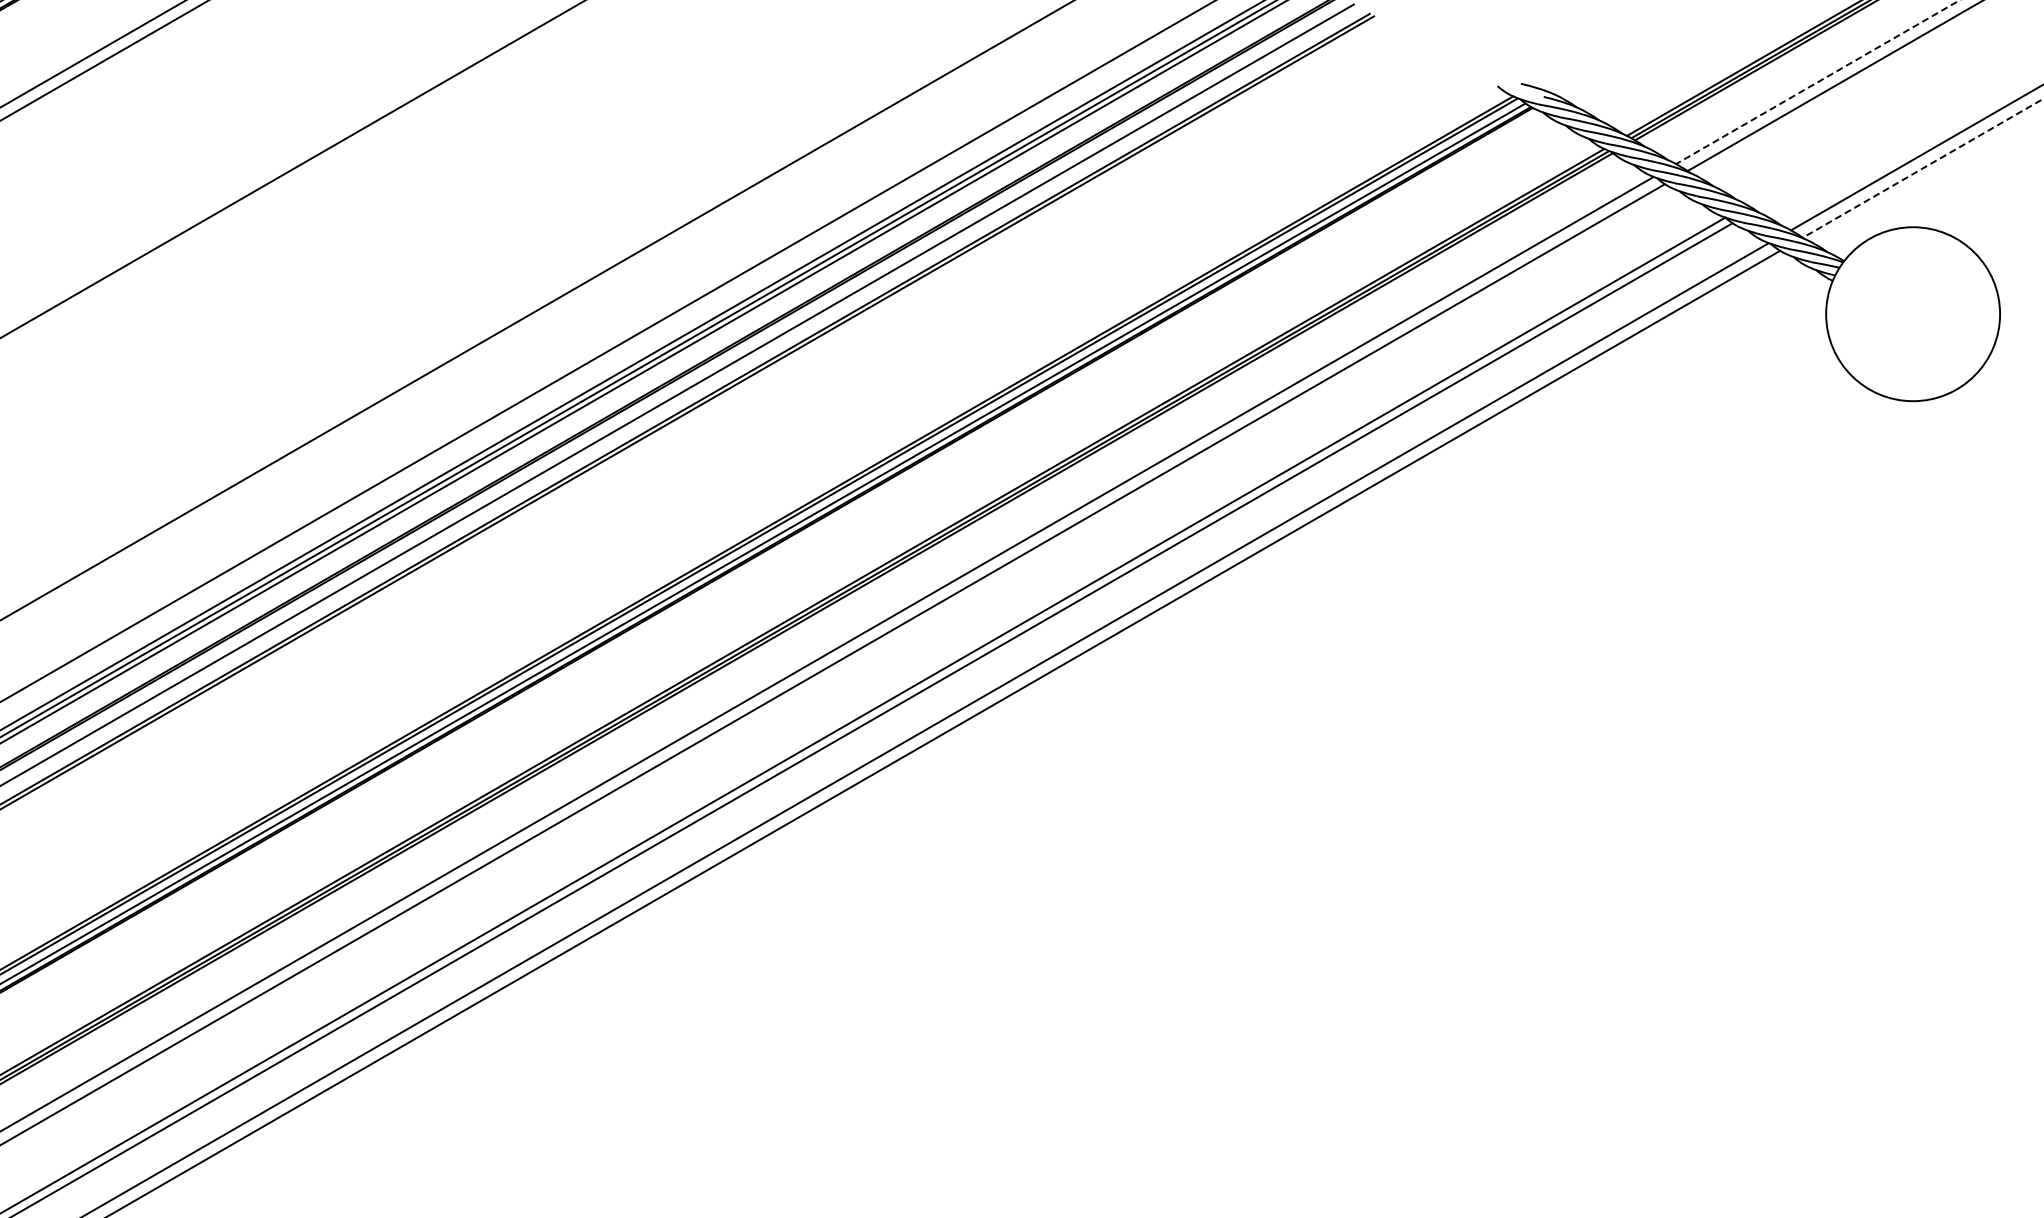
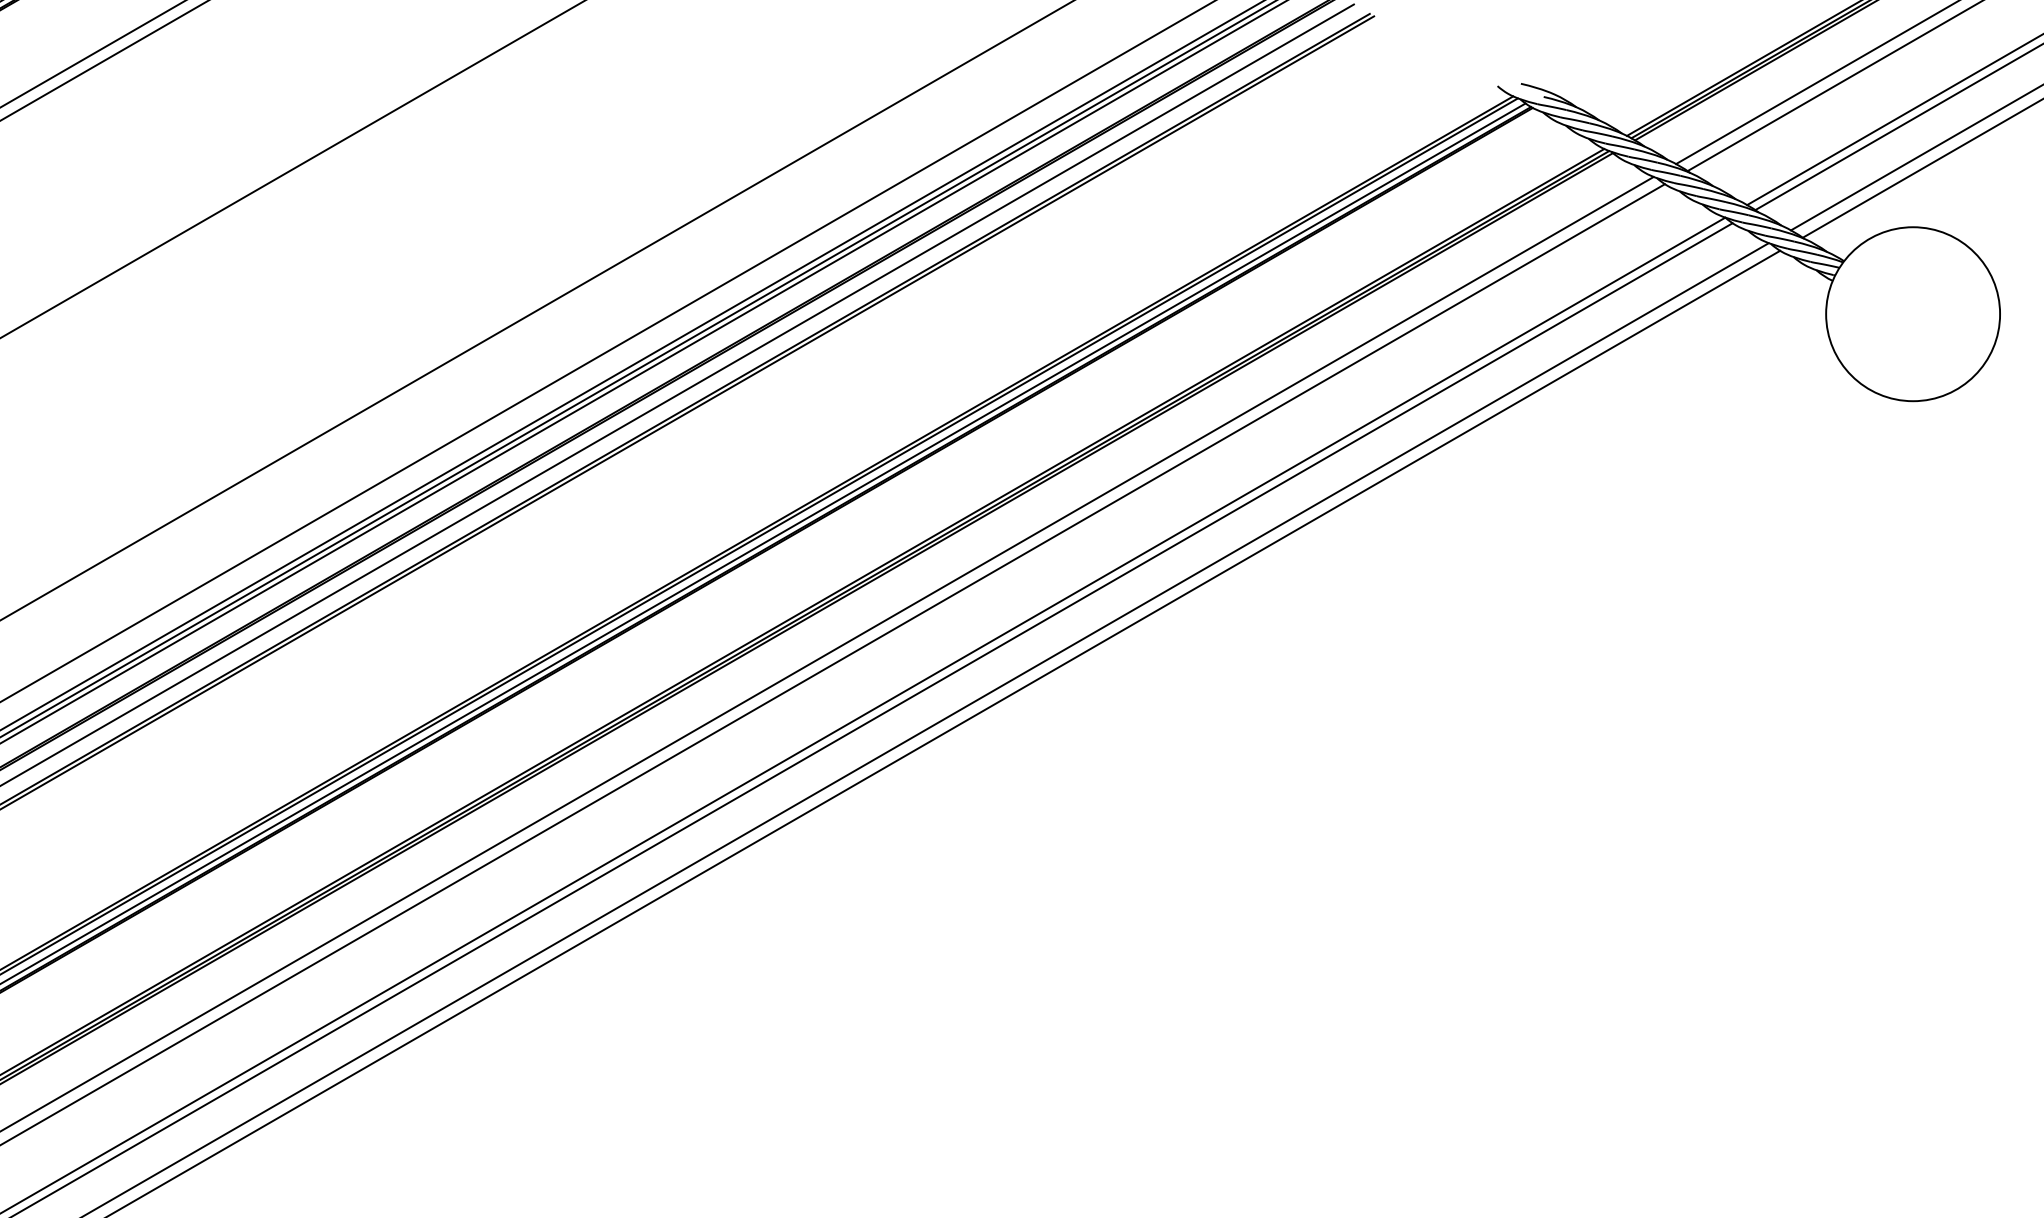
line at (1818, 82): dashed -> solid
line at (1893, 120): none -> present
line at (1897, 127): none -> present
line at (1923, 168): dashed -> solid
